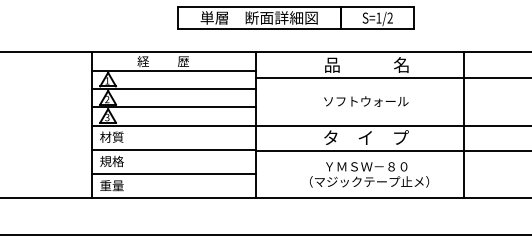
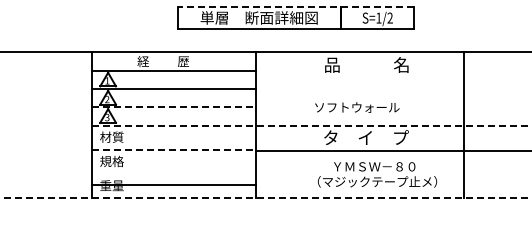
line at (295, 7): solid -> dashed
line at (392, 78): present -> none
text at (366, 101) position: (366, 101) -> (357, 107)
line at (174, 107): solid -> dashed
line at (312, 125): solid -> dashed
line at (174, 149): solid -> dashed
line at (174, 174) position: (174, 174) -> (174, 185)
text at (369, 174) position: (369, 174) -> (377, 174)
line at (266, 198): solid -> dashed
line at (265, 234): present -> none
